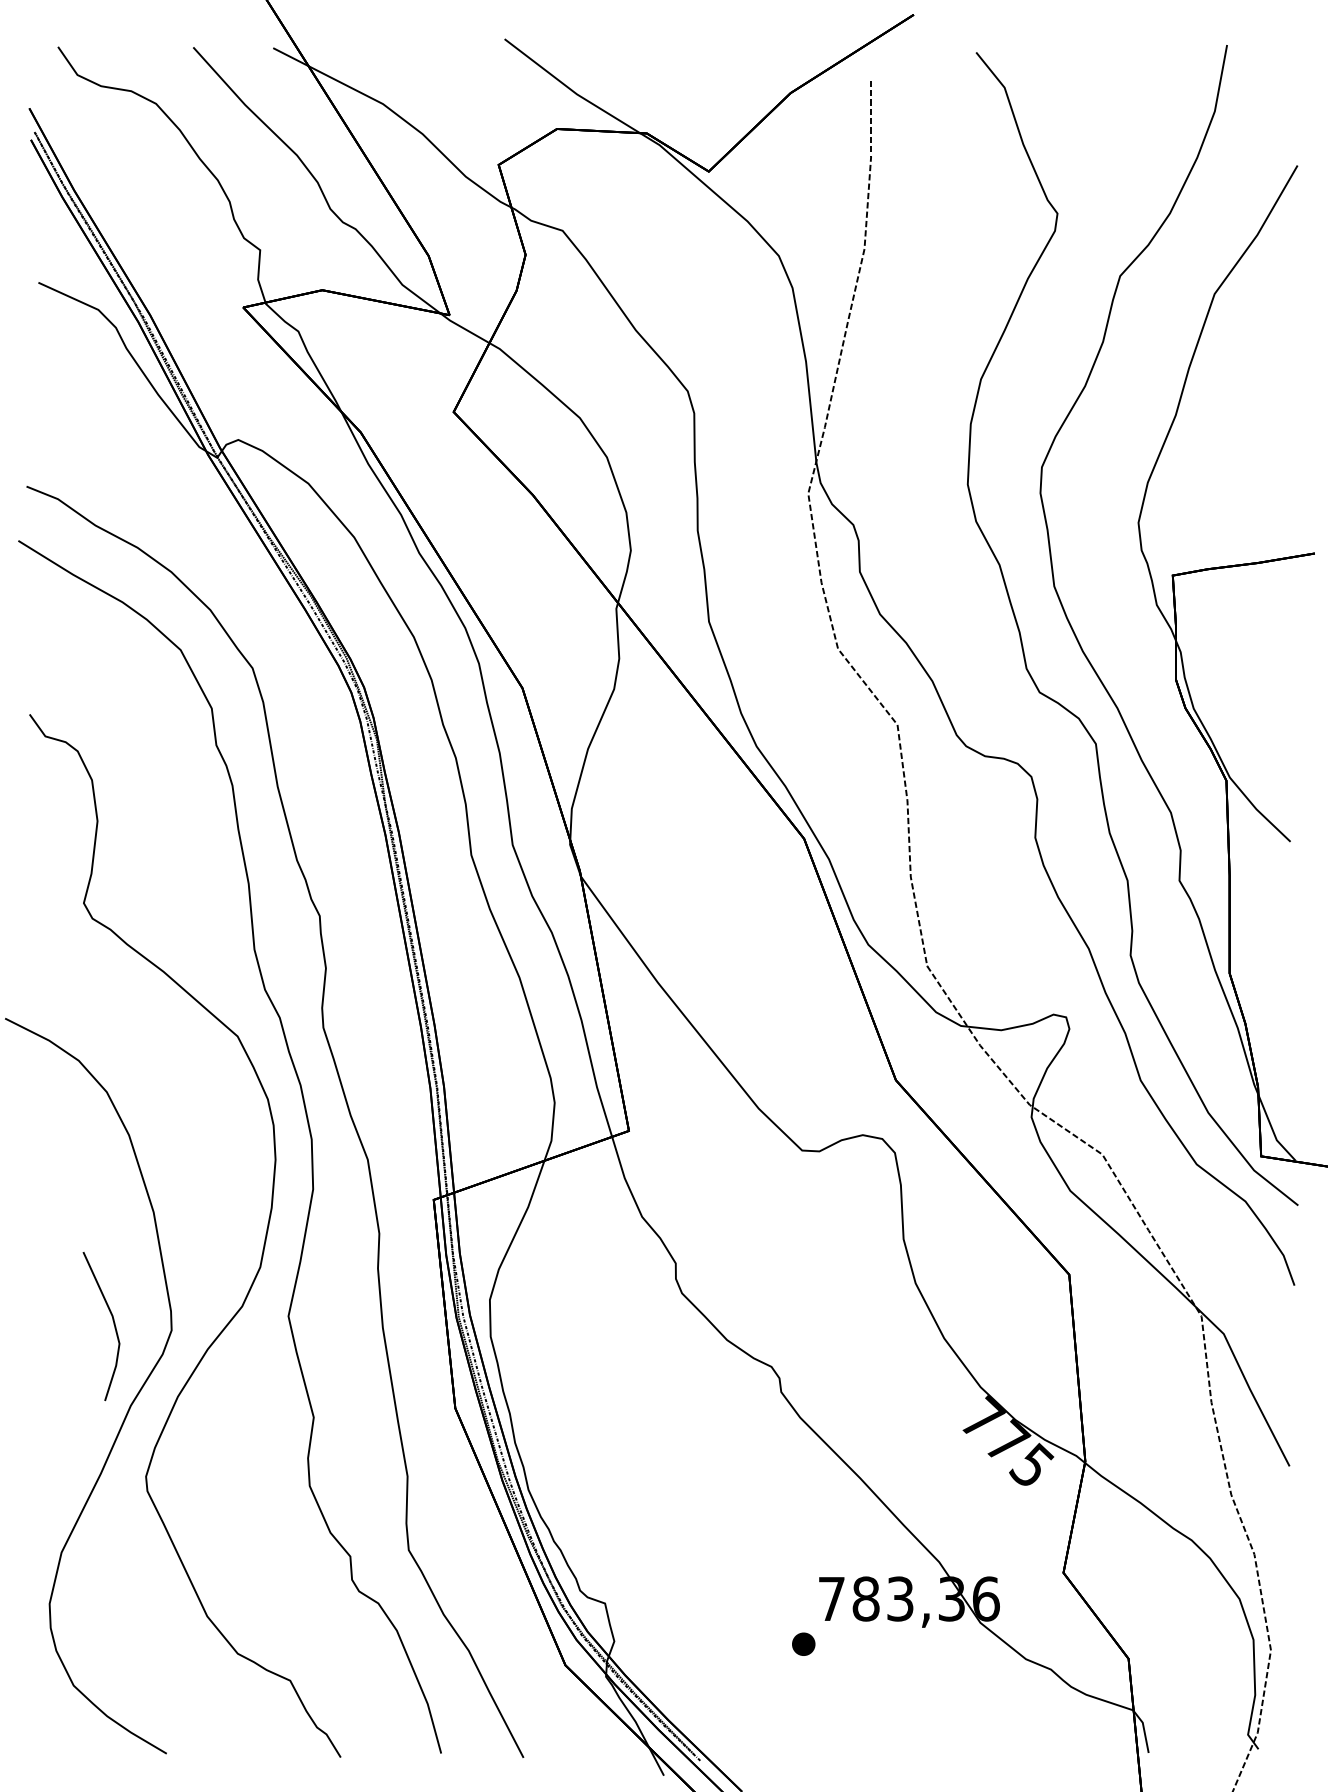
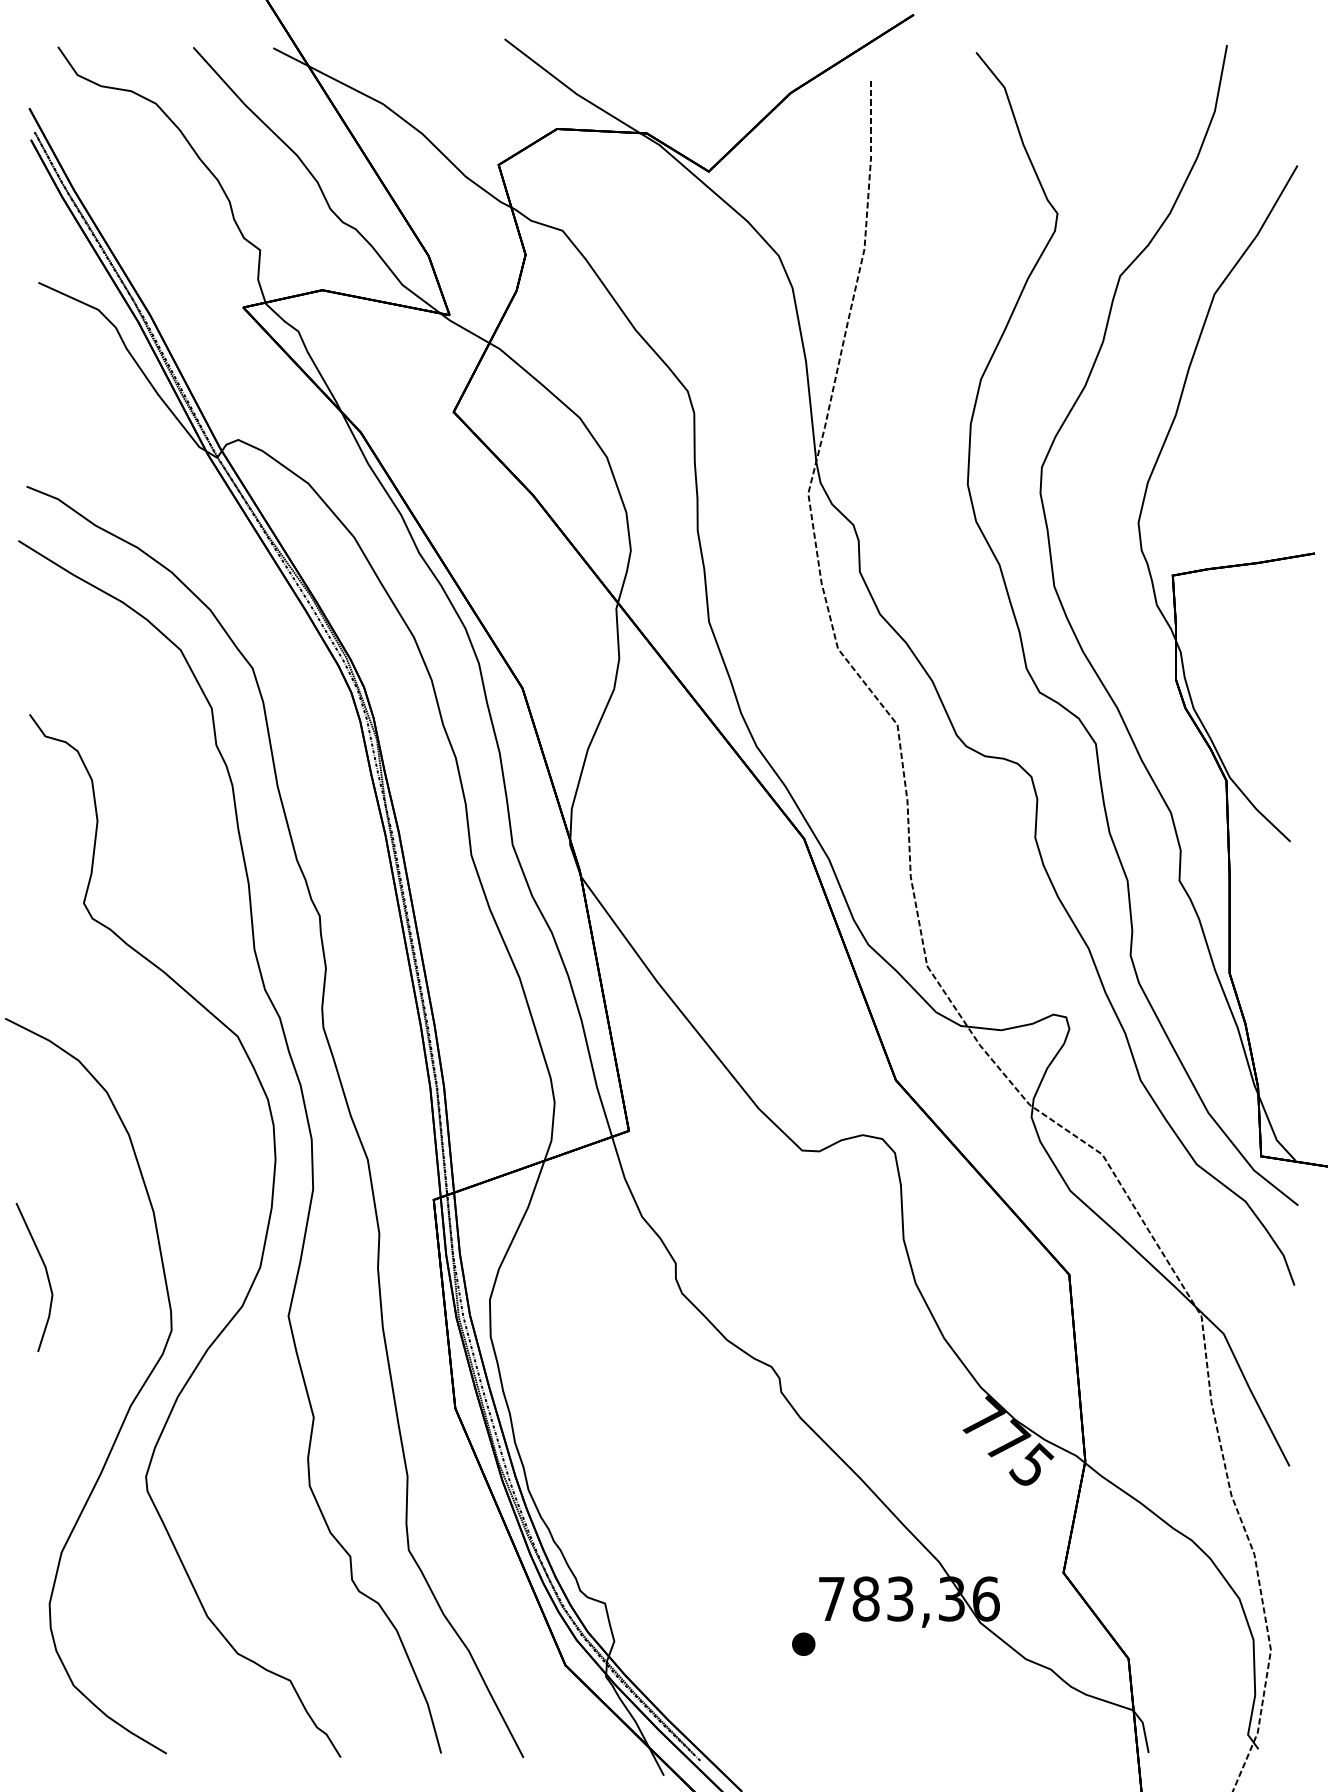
line at (113, 1324) position: (113, 1324) -> (46, 1275)
